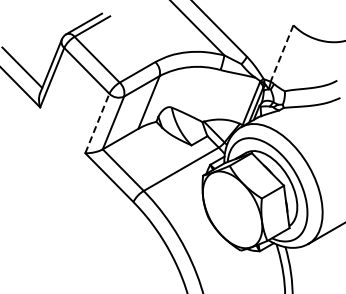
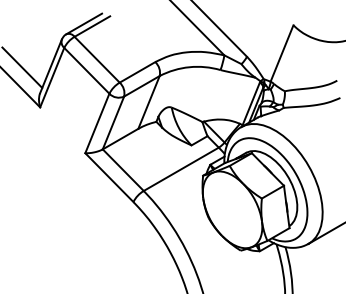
line at (281, 53): dashed -> solid
line at (97, 123): dashed -> solid
